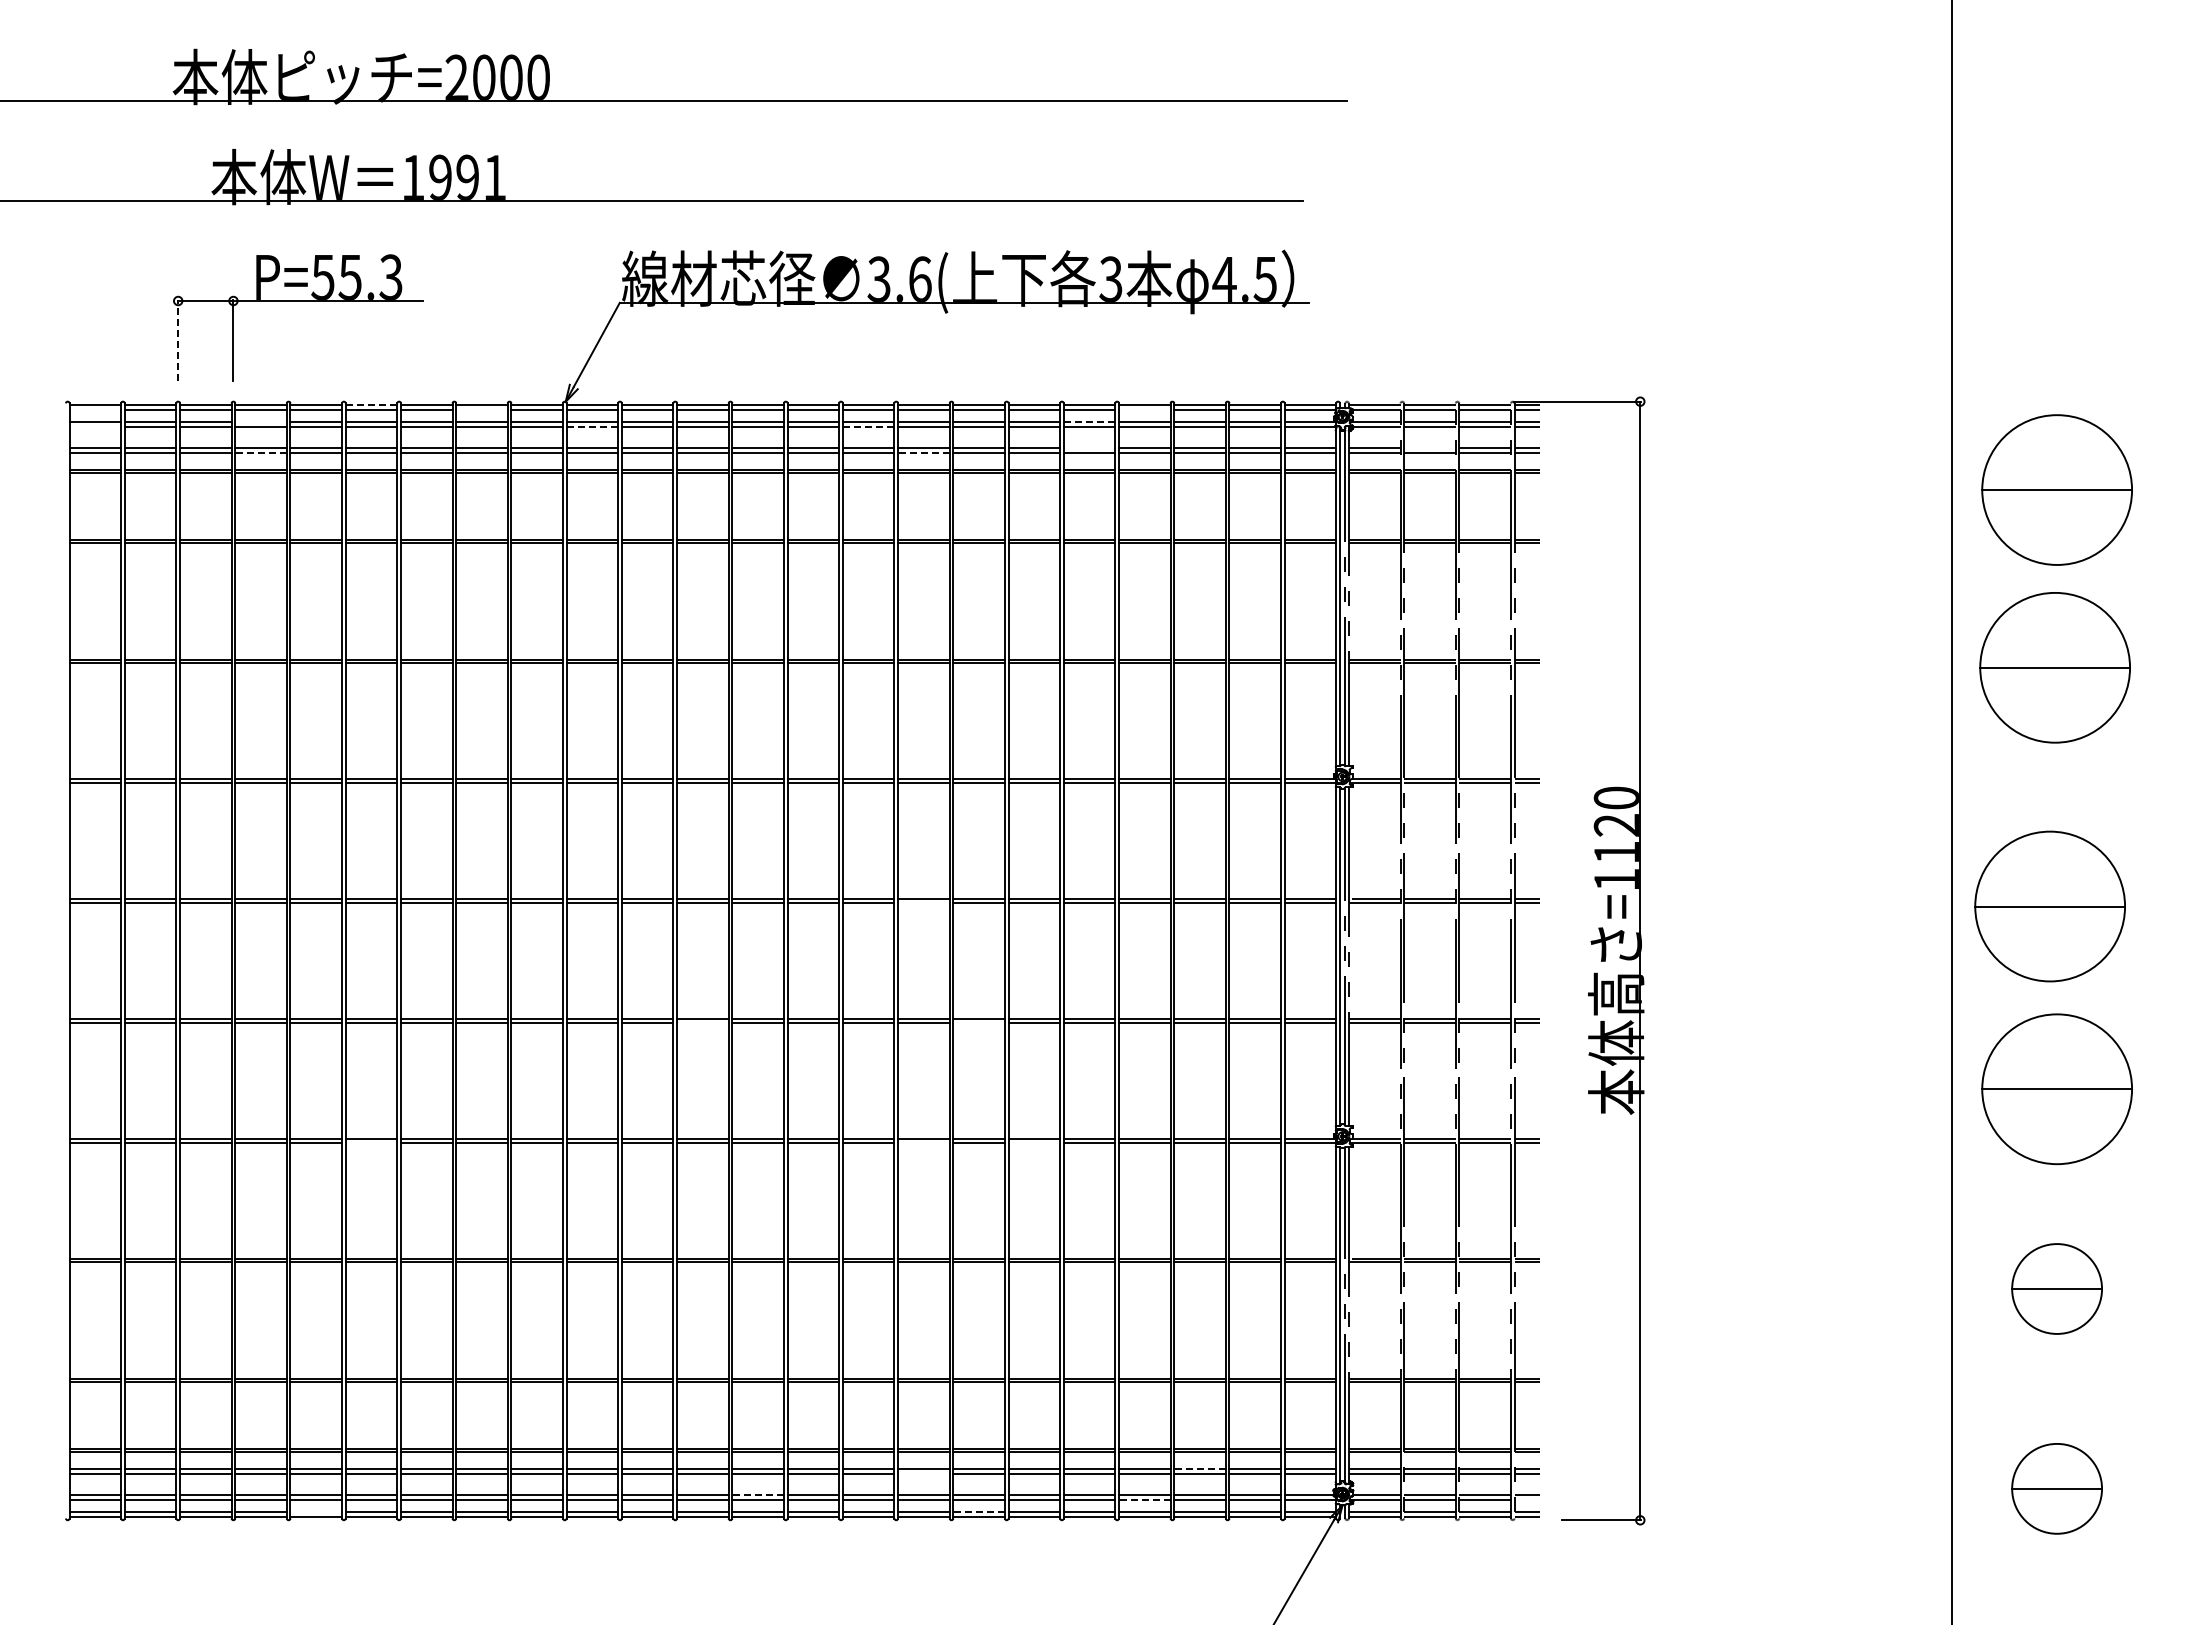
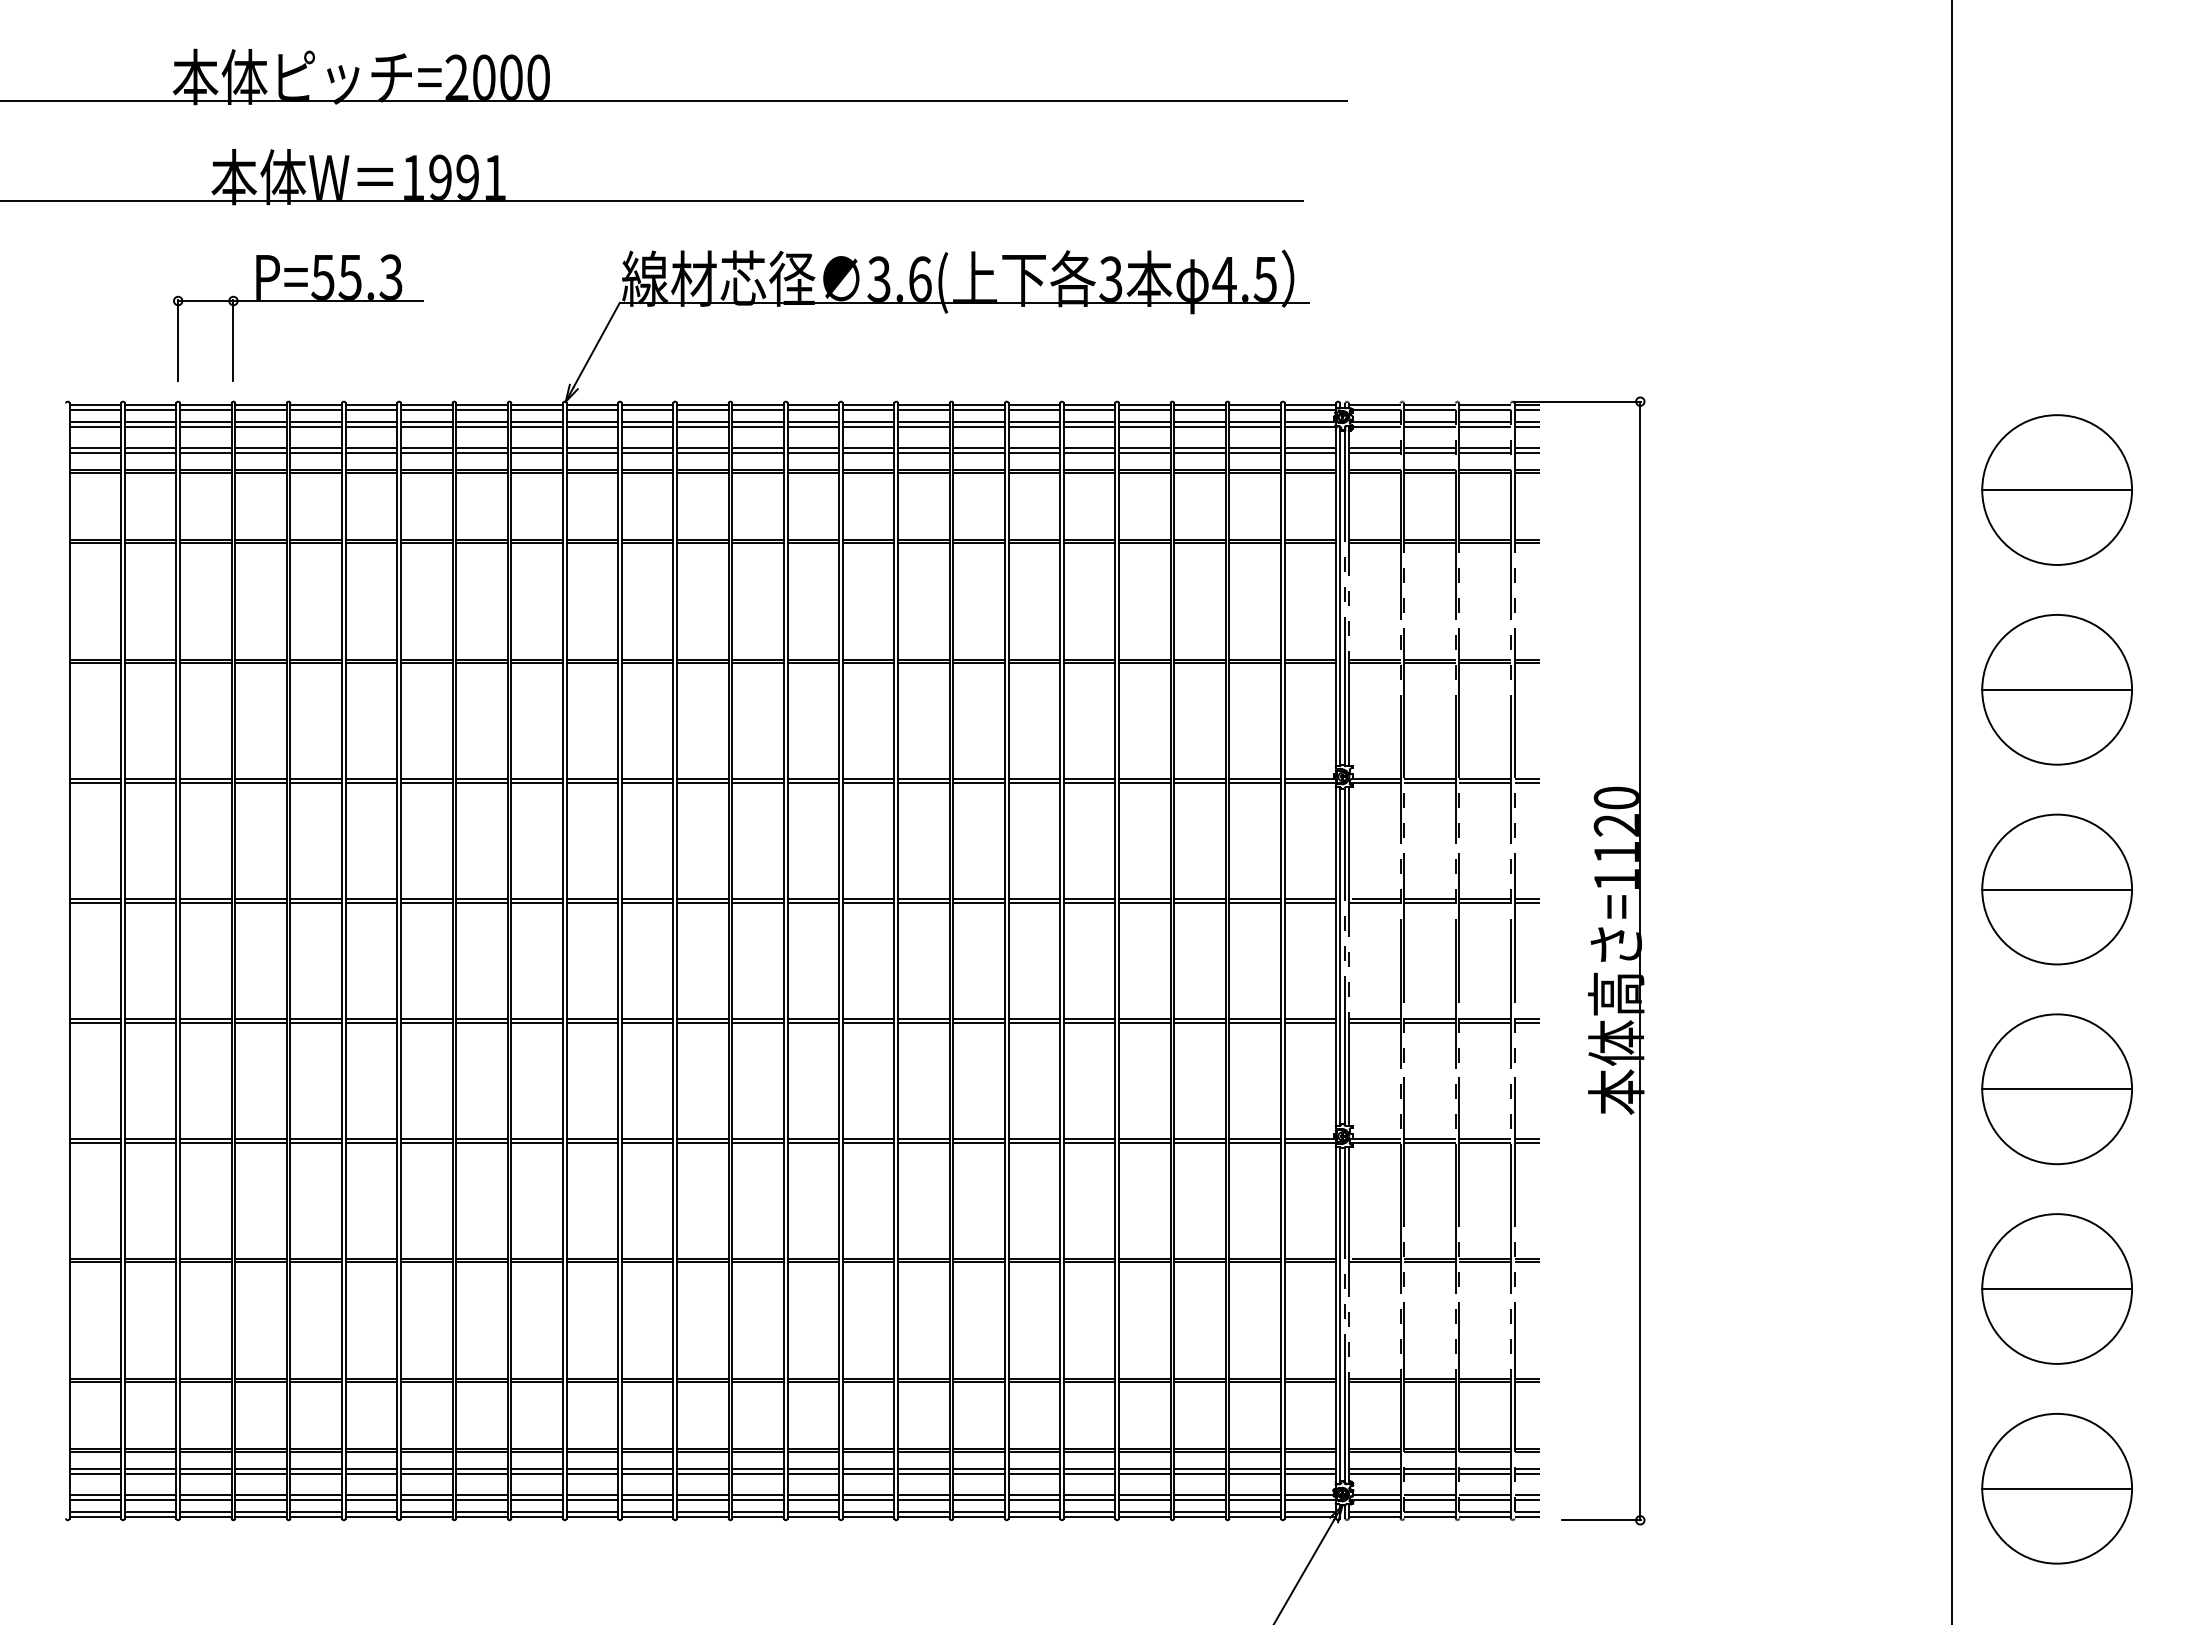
line at (178, 340): dashed -> solid
line at (371, 405): dashed -> solid
line at (95, 409): none -> present
line at (481, 409): none -> present
line at (1144, 409): none -> present
line at (260, 422): none -> present
line at (1089, 422): dashed -> solid
line at (95, 426): none -> present
line at (592, 426): dashed -> solid
line at (868, 426): dashed -> solid
line at (1089, 448): none -> present
line at (1429, 448): none -> present
line at (261, 452): dashed -> solid
line at (923, 452): dashed -> solid
part at (2054, 667) position: (2054, 667) -> (2056, 689)
line at (923, 902): none -> present
part at (2049, 906) position: (2049, 906) -> (2056, 889)
line at (702, 1022): none -> present
line at (978, 1022): none -> present
line at (371, 1142): none -> present
line at (923, 1142): none -> present
line at (1034, 1142): none -> present
part at (2056, 1288) size: 92x92 px -> 152x152 px
line at (1200, 1469): dashed -> solid
line at (923, 1473): none -> present
part at (2056, 1488) size: 92x92 px -> 152x152 px
line at (758, 1495): dashed -> solid
line at (1144, 1499): dashed -> solid
line at (1527, 1499): none -> present
line at (316, 1512): none -> present
line at (979, 1512): dashed -> solid
